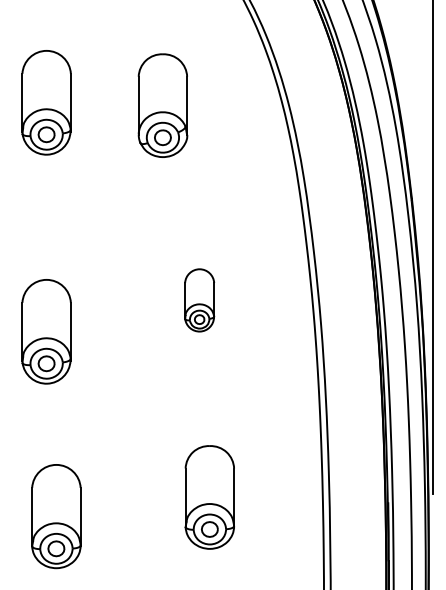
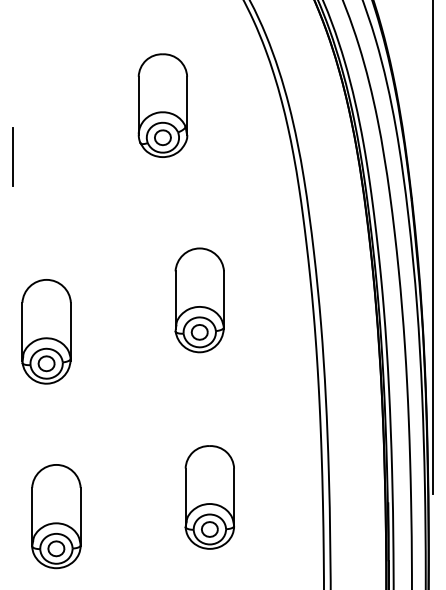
part at (46, 102): present -> none
line at (13, 157): none -> present
part at (199, 300) size: 32x65 px -> 51x107 px
